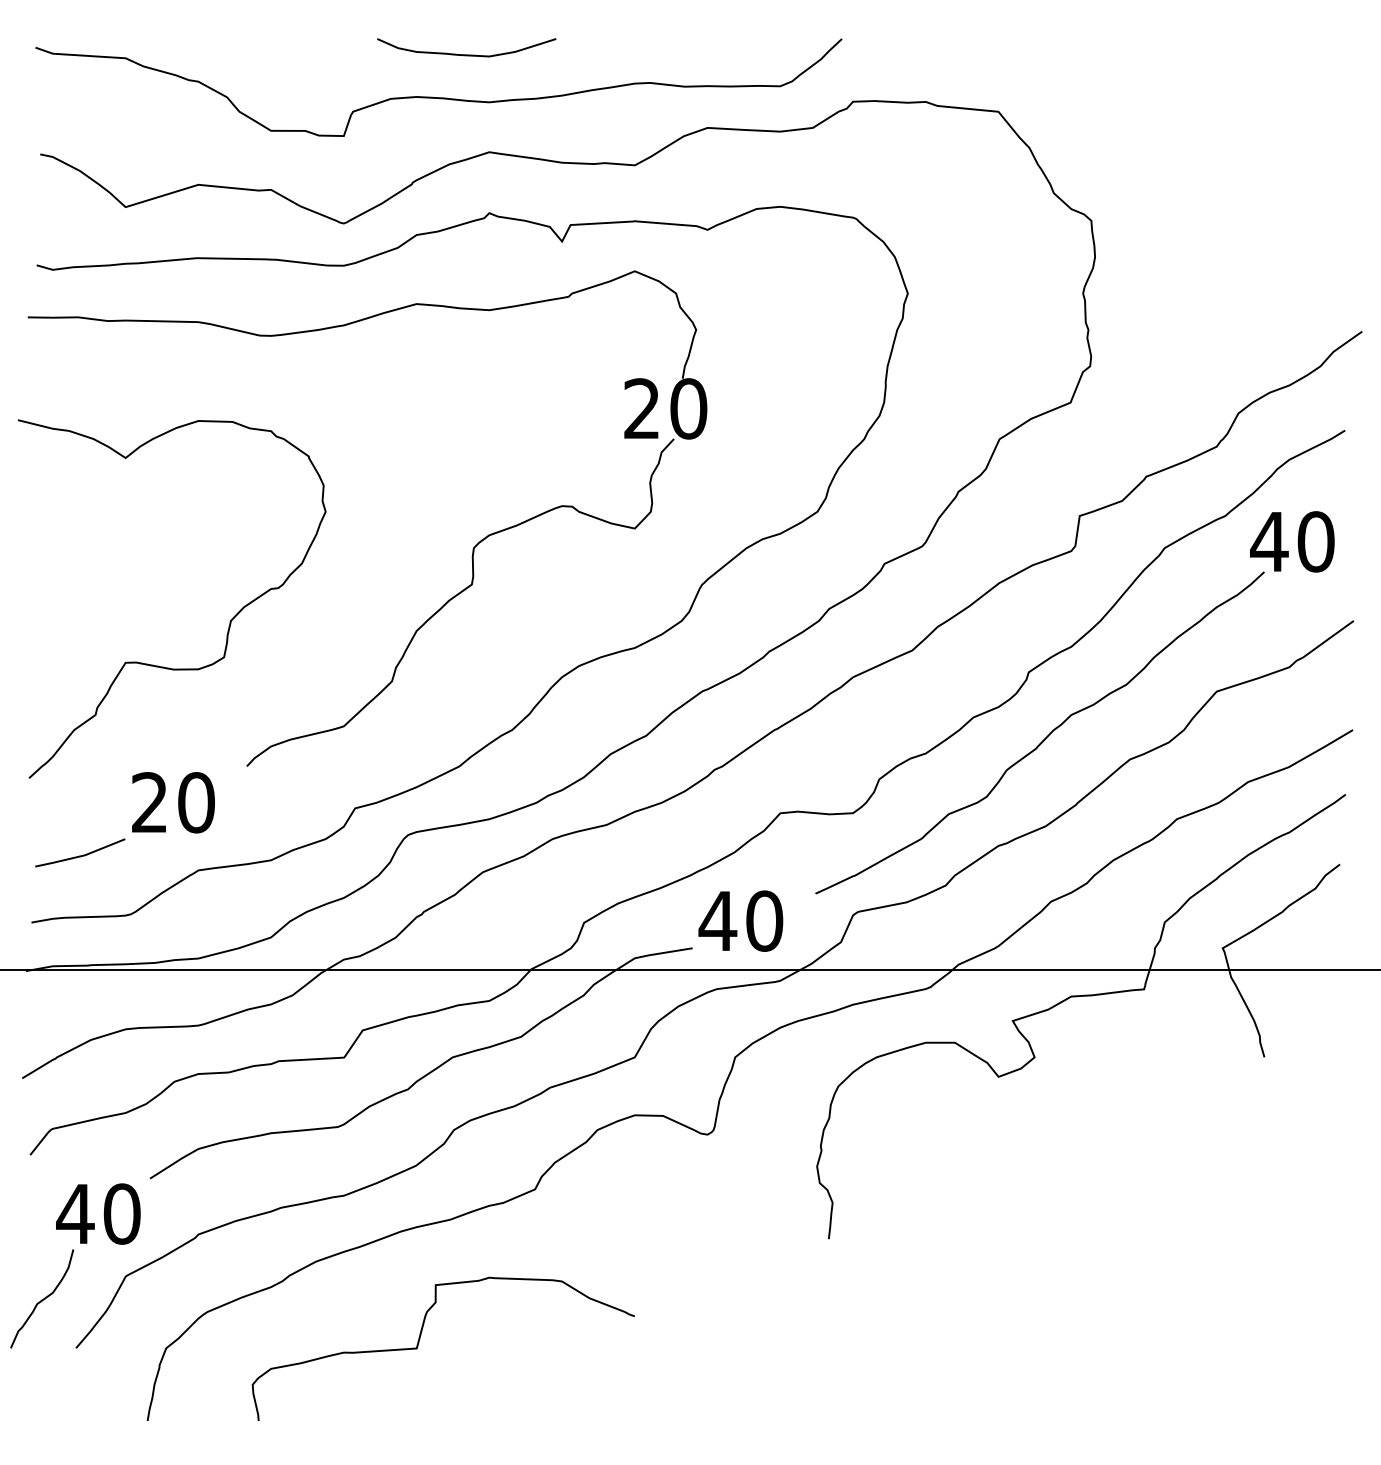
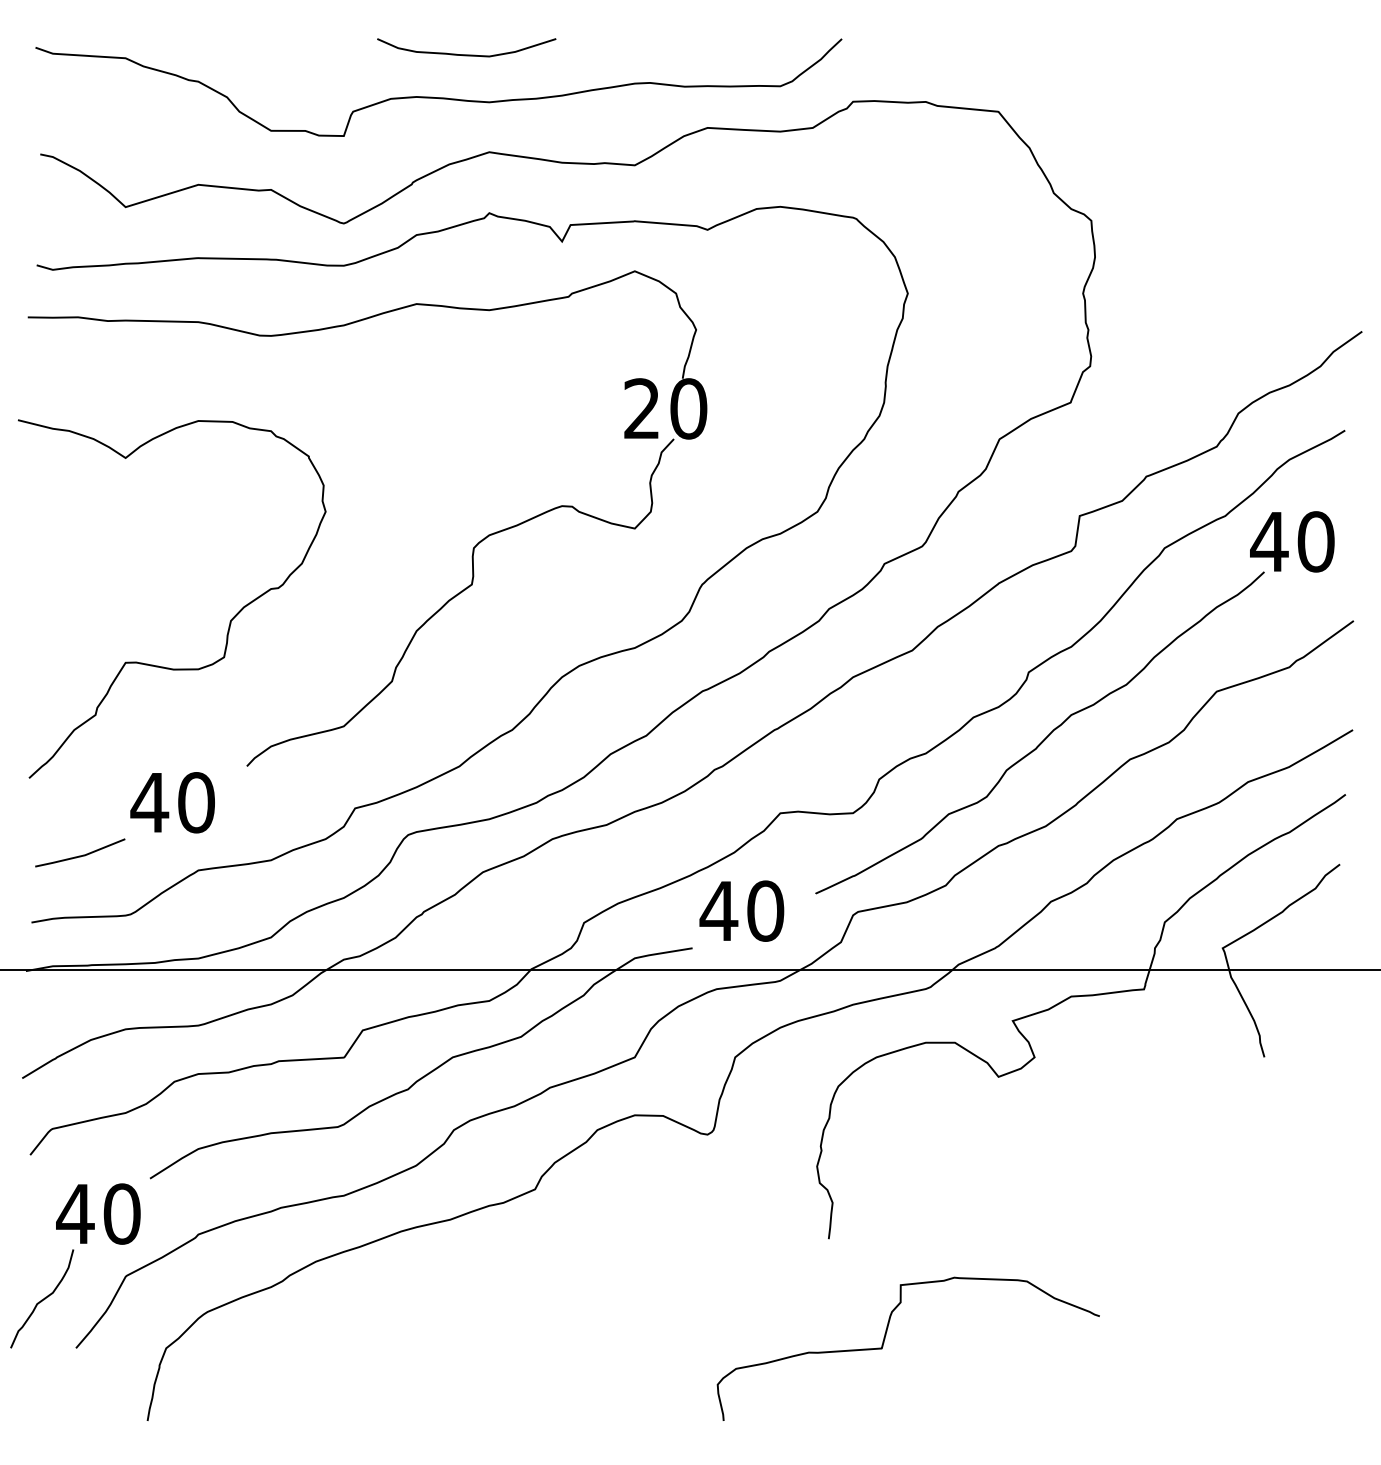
text at (149, 802): 20 -> 40
text at (740, 920) position: (740, 920) -> (741, 910)
curve at (419, 1343) position: (419, 1343) -> (884, 1343)
